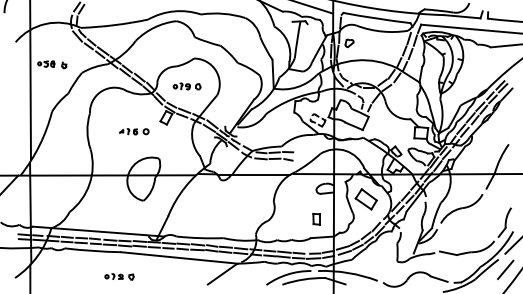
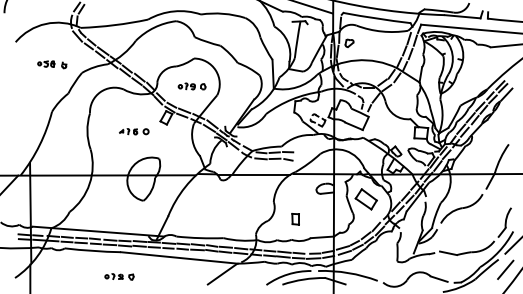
line at (30, 81): present -> none
part at (186, 86) position: (186, 86) -> (191, 86)
part at (316, 219) position: (316, 219) -> (295, 219)
